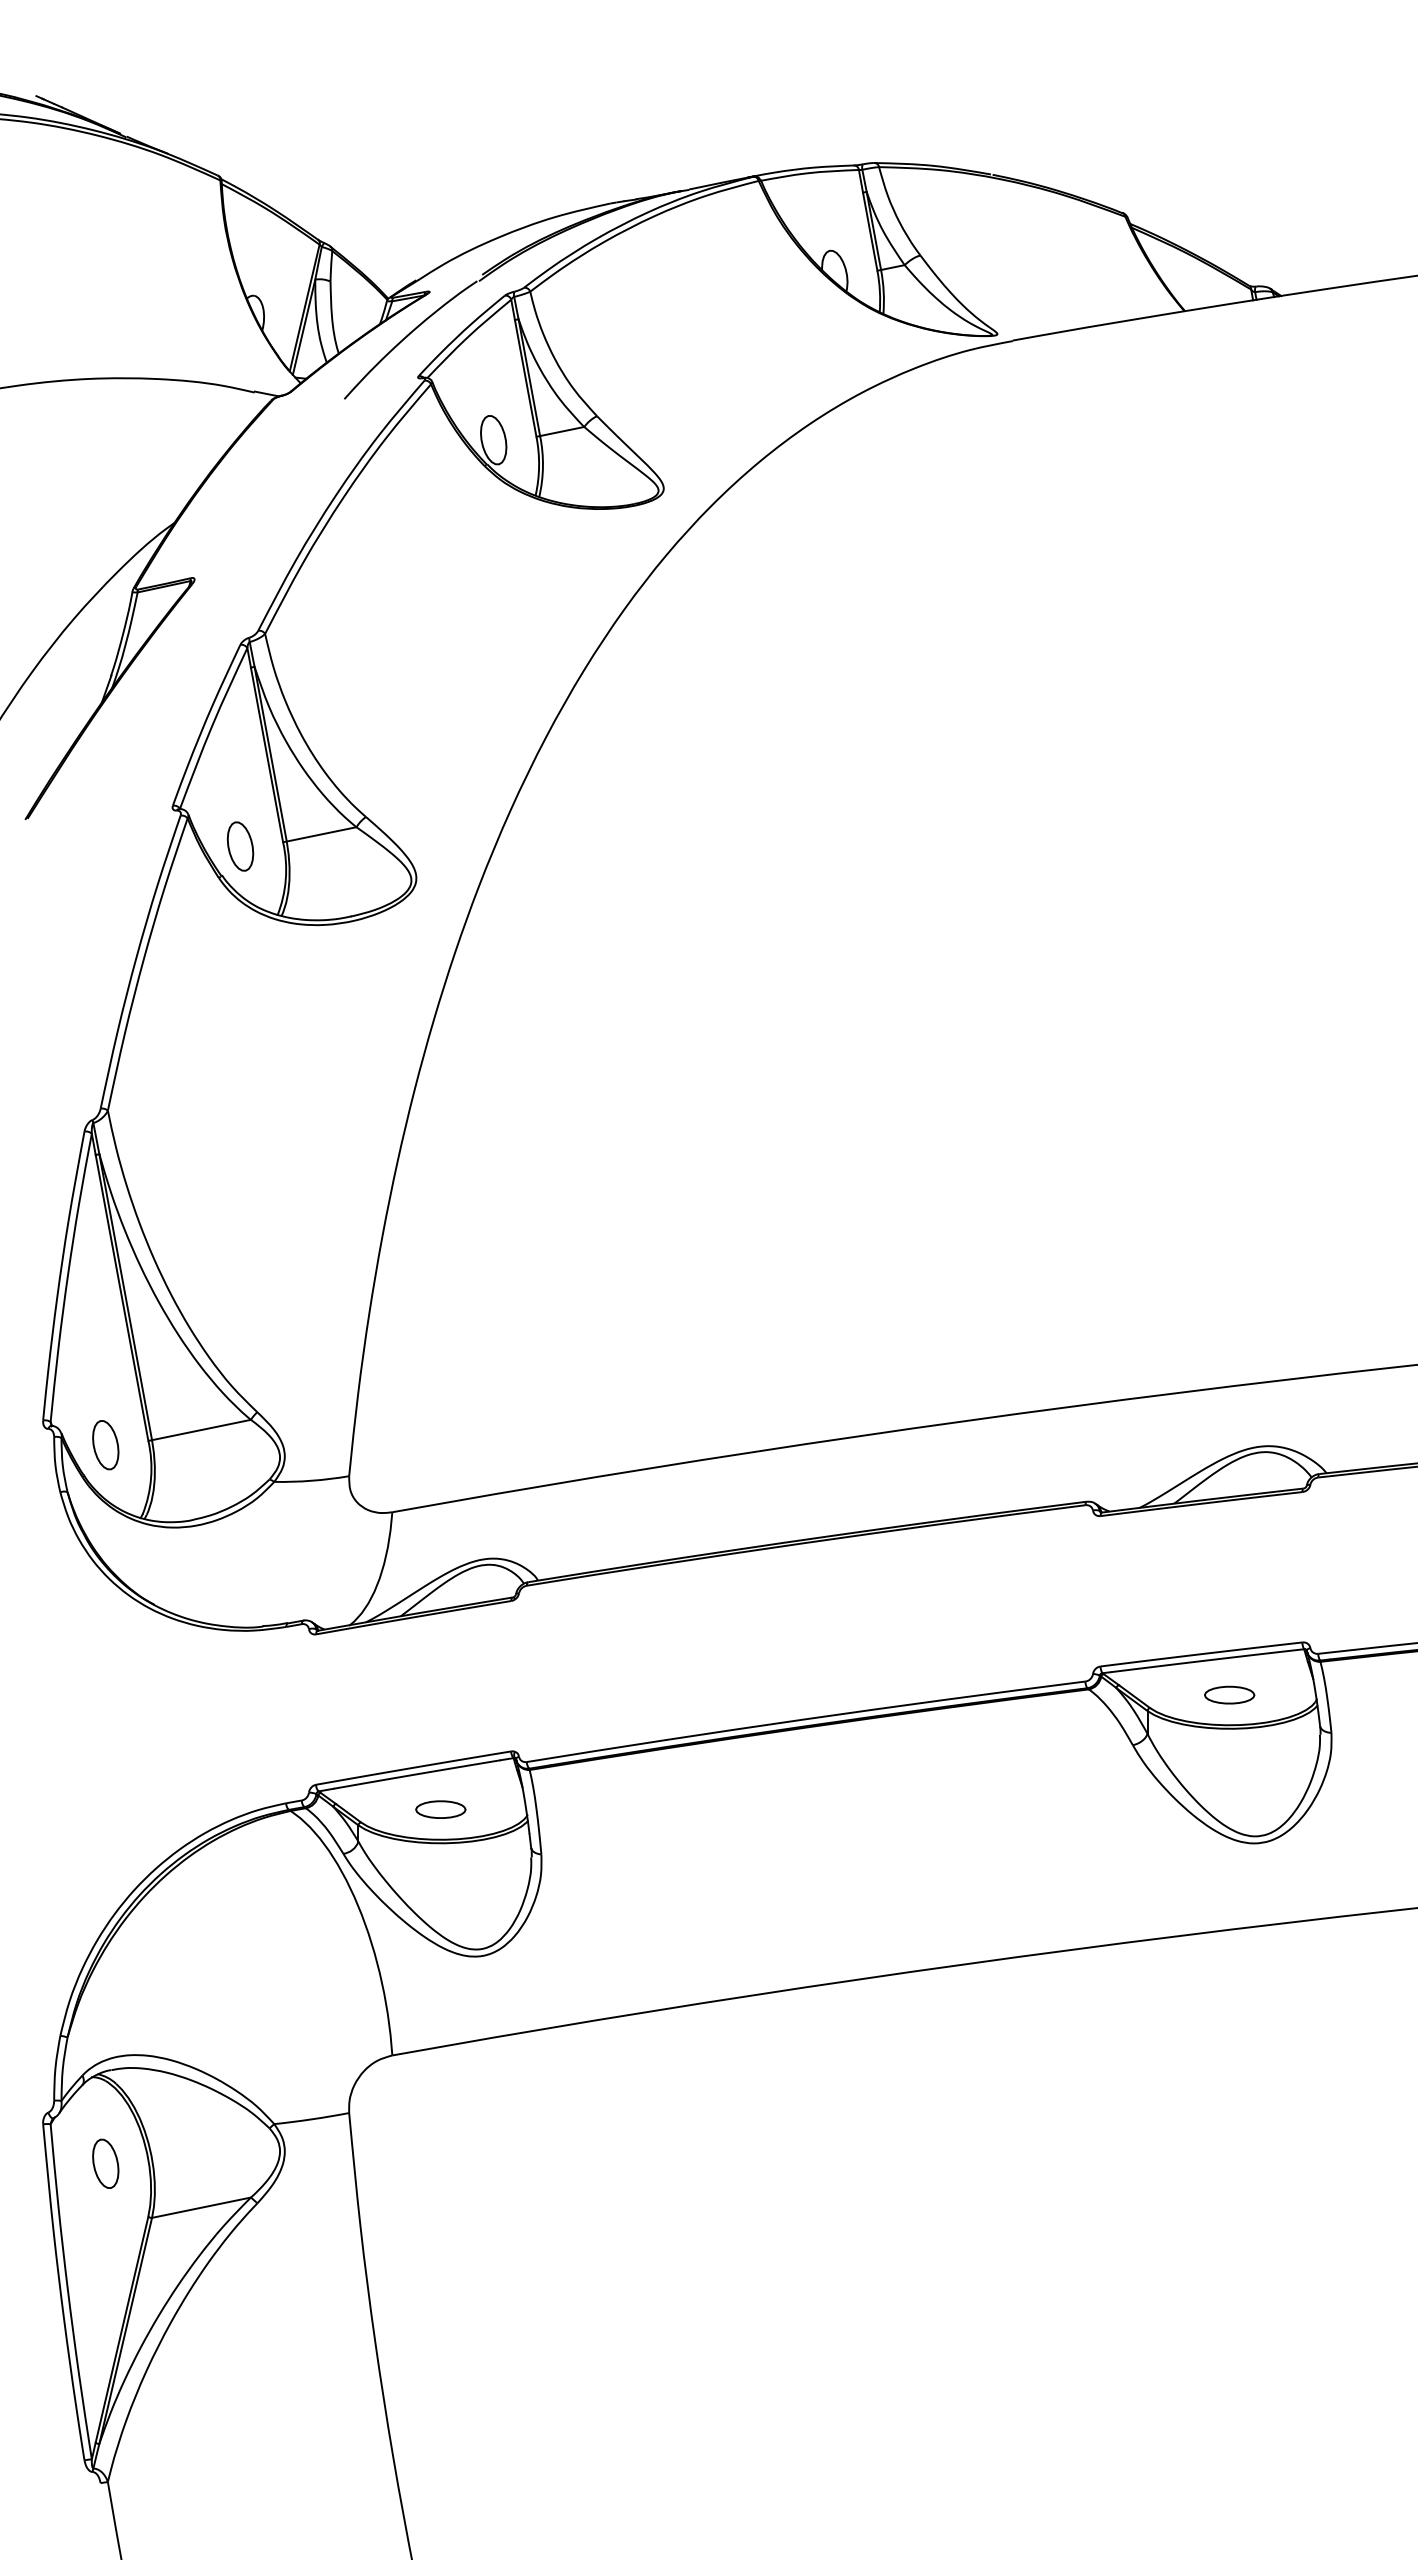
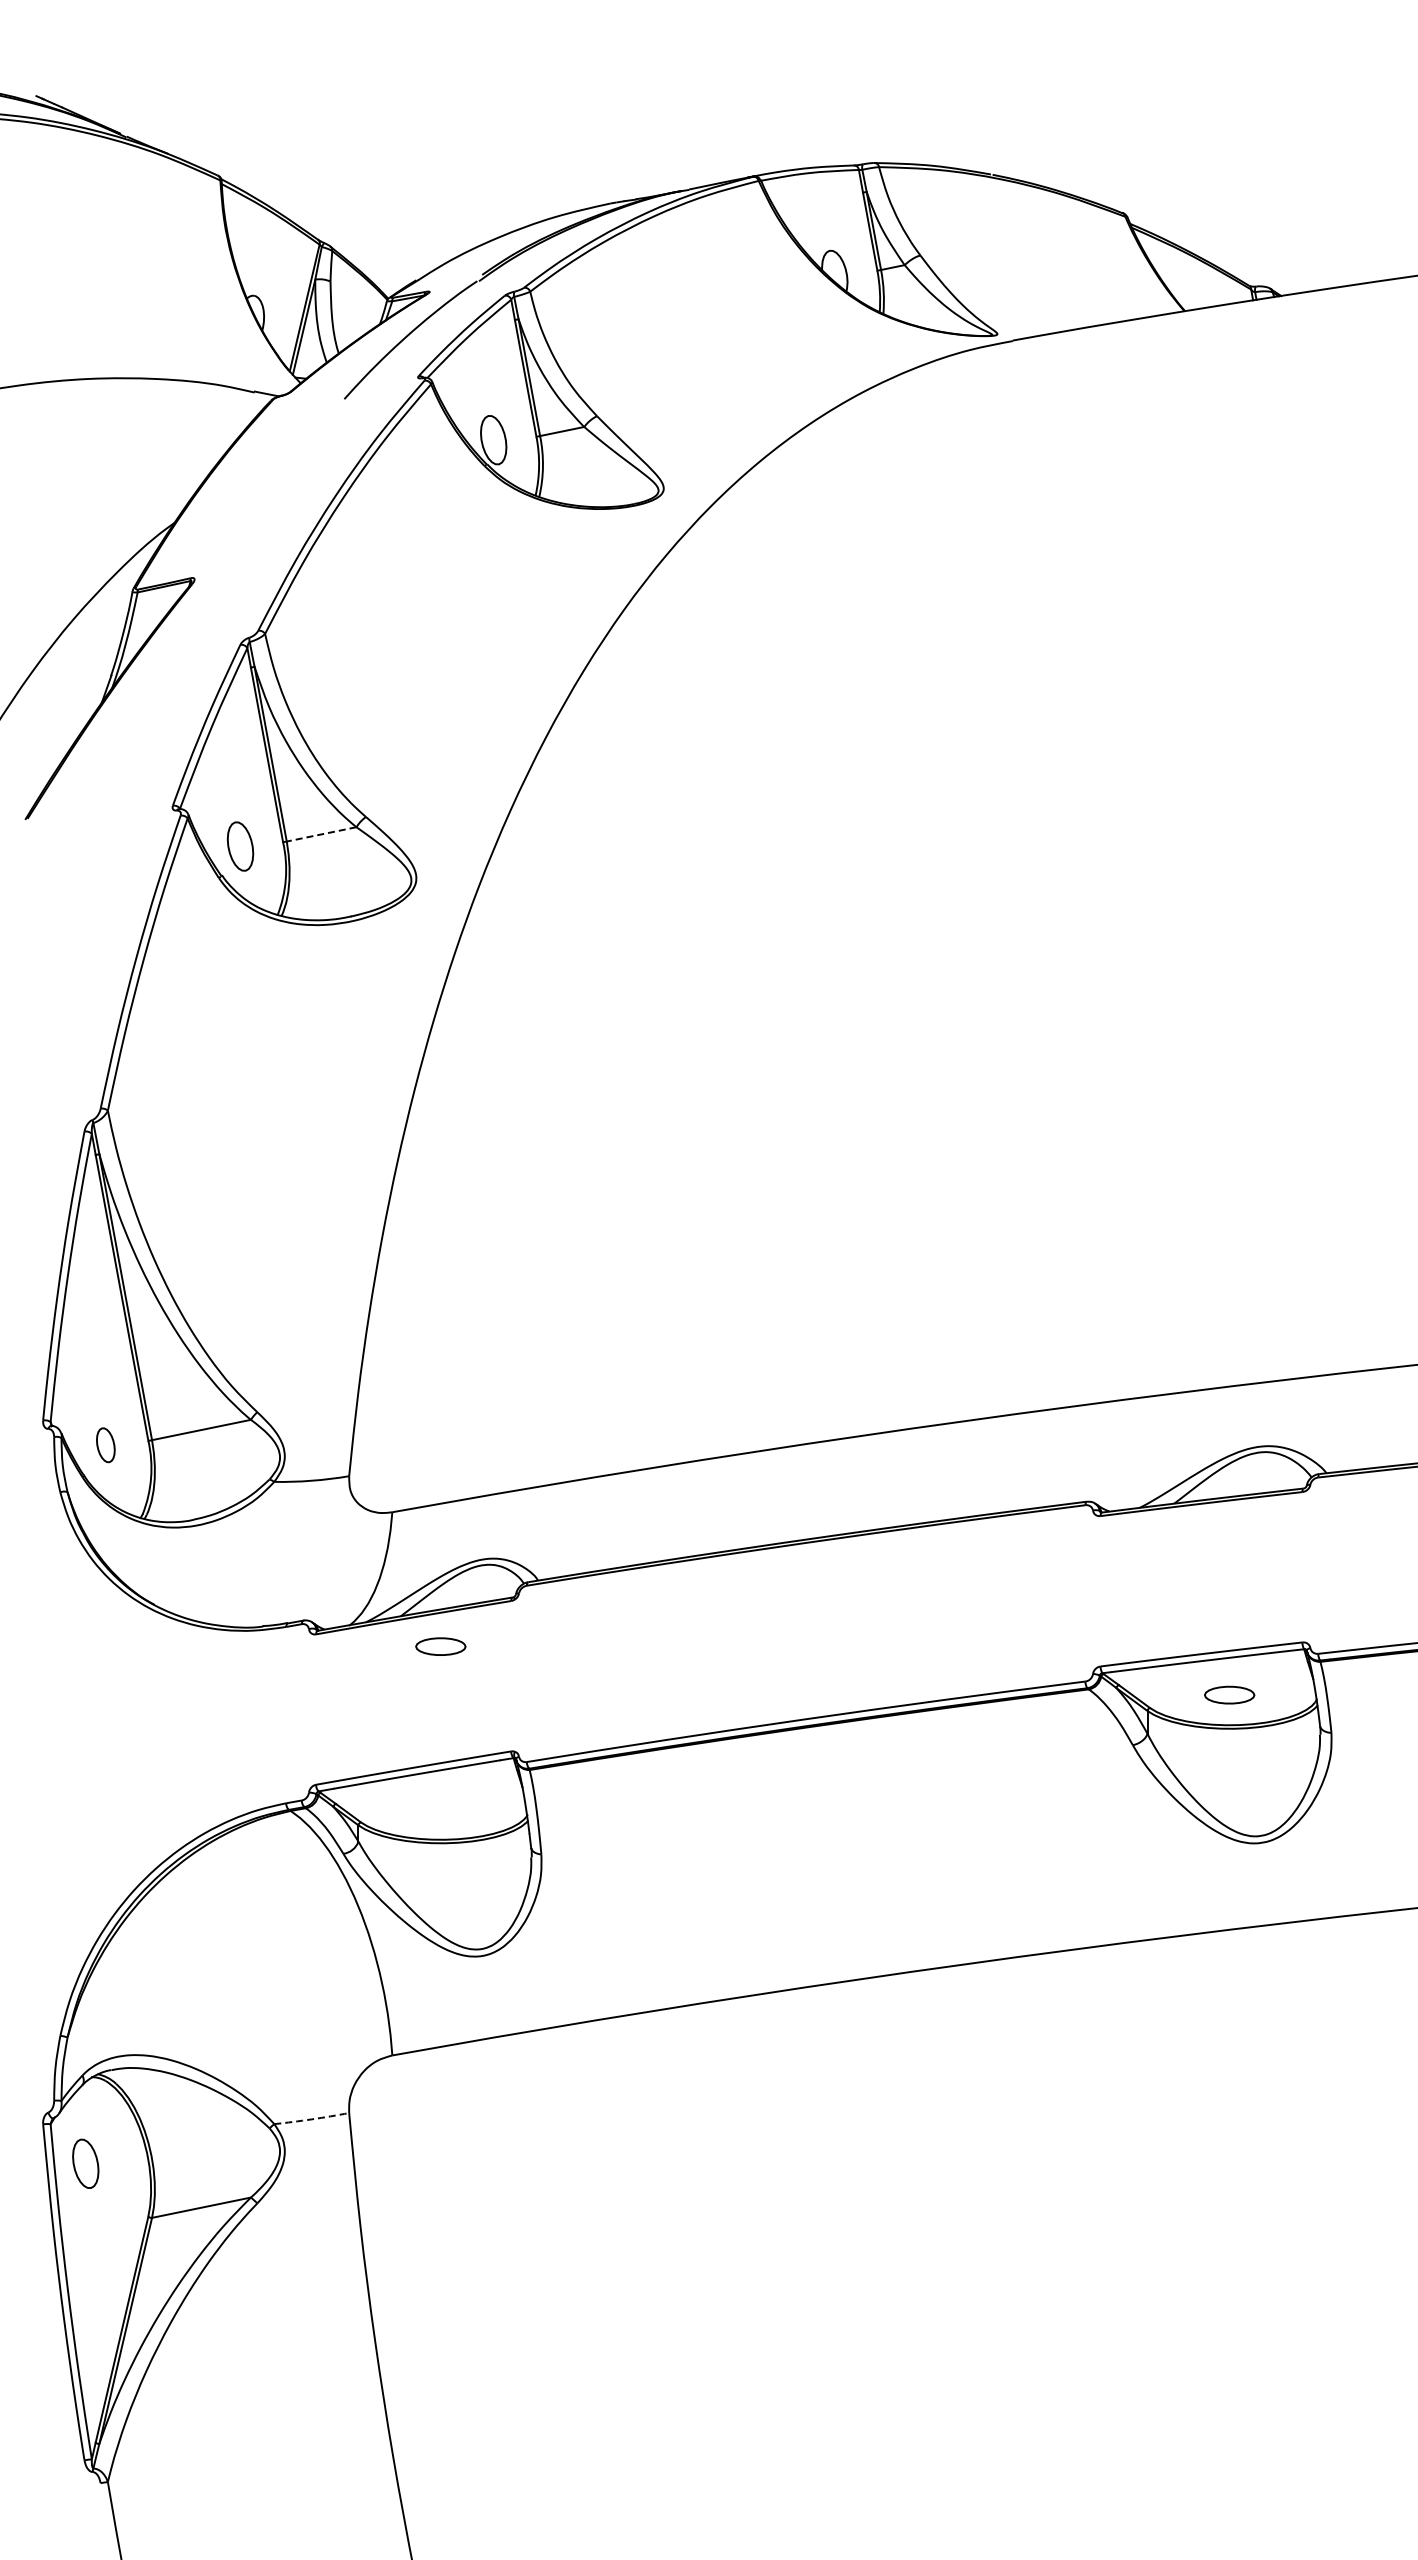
line at (321, 834): solid -> dashed
part at (105, 1445) size: 28x51 px -> 20x37 px
part at (440, 1809) position: (440, 1809) -> (440, 1646)
arc at (311, 2119): solid -> dashed
part at (105, 2163) position: (105, 2163) -> (85, 2163)
